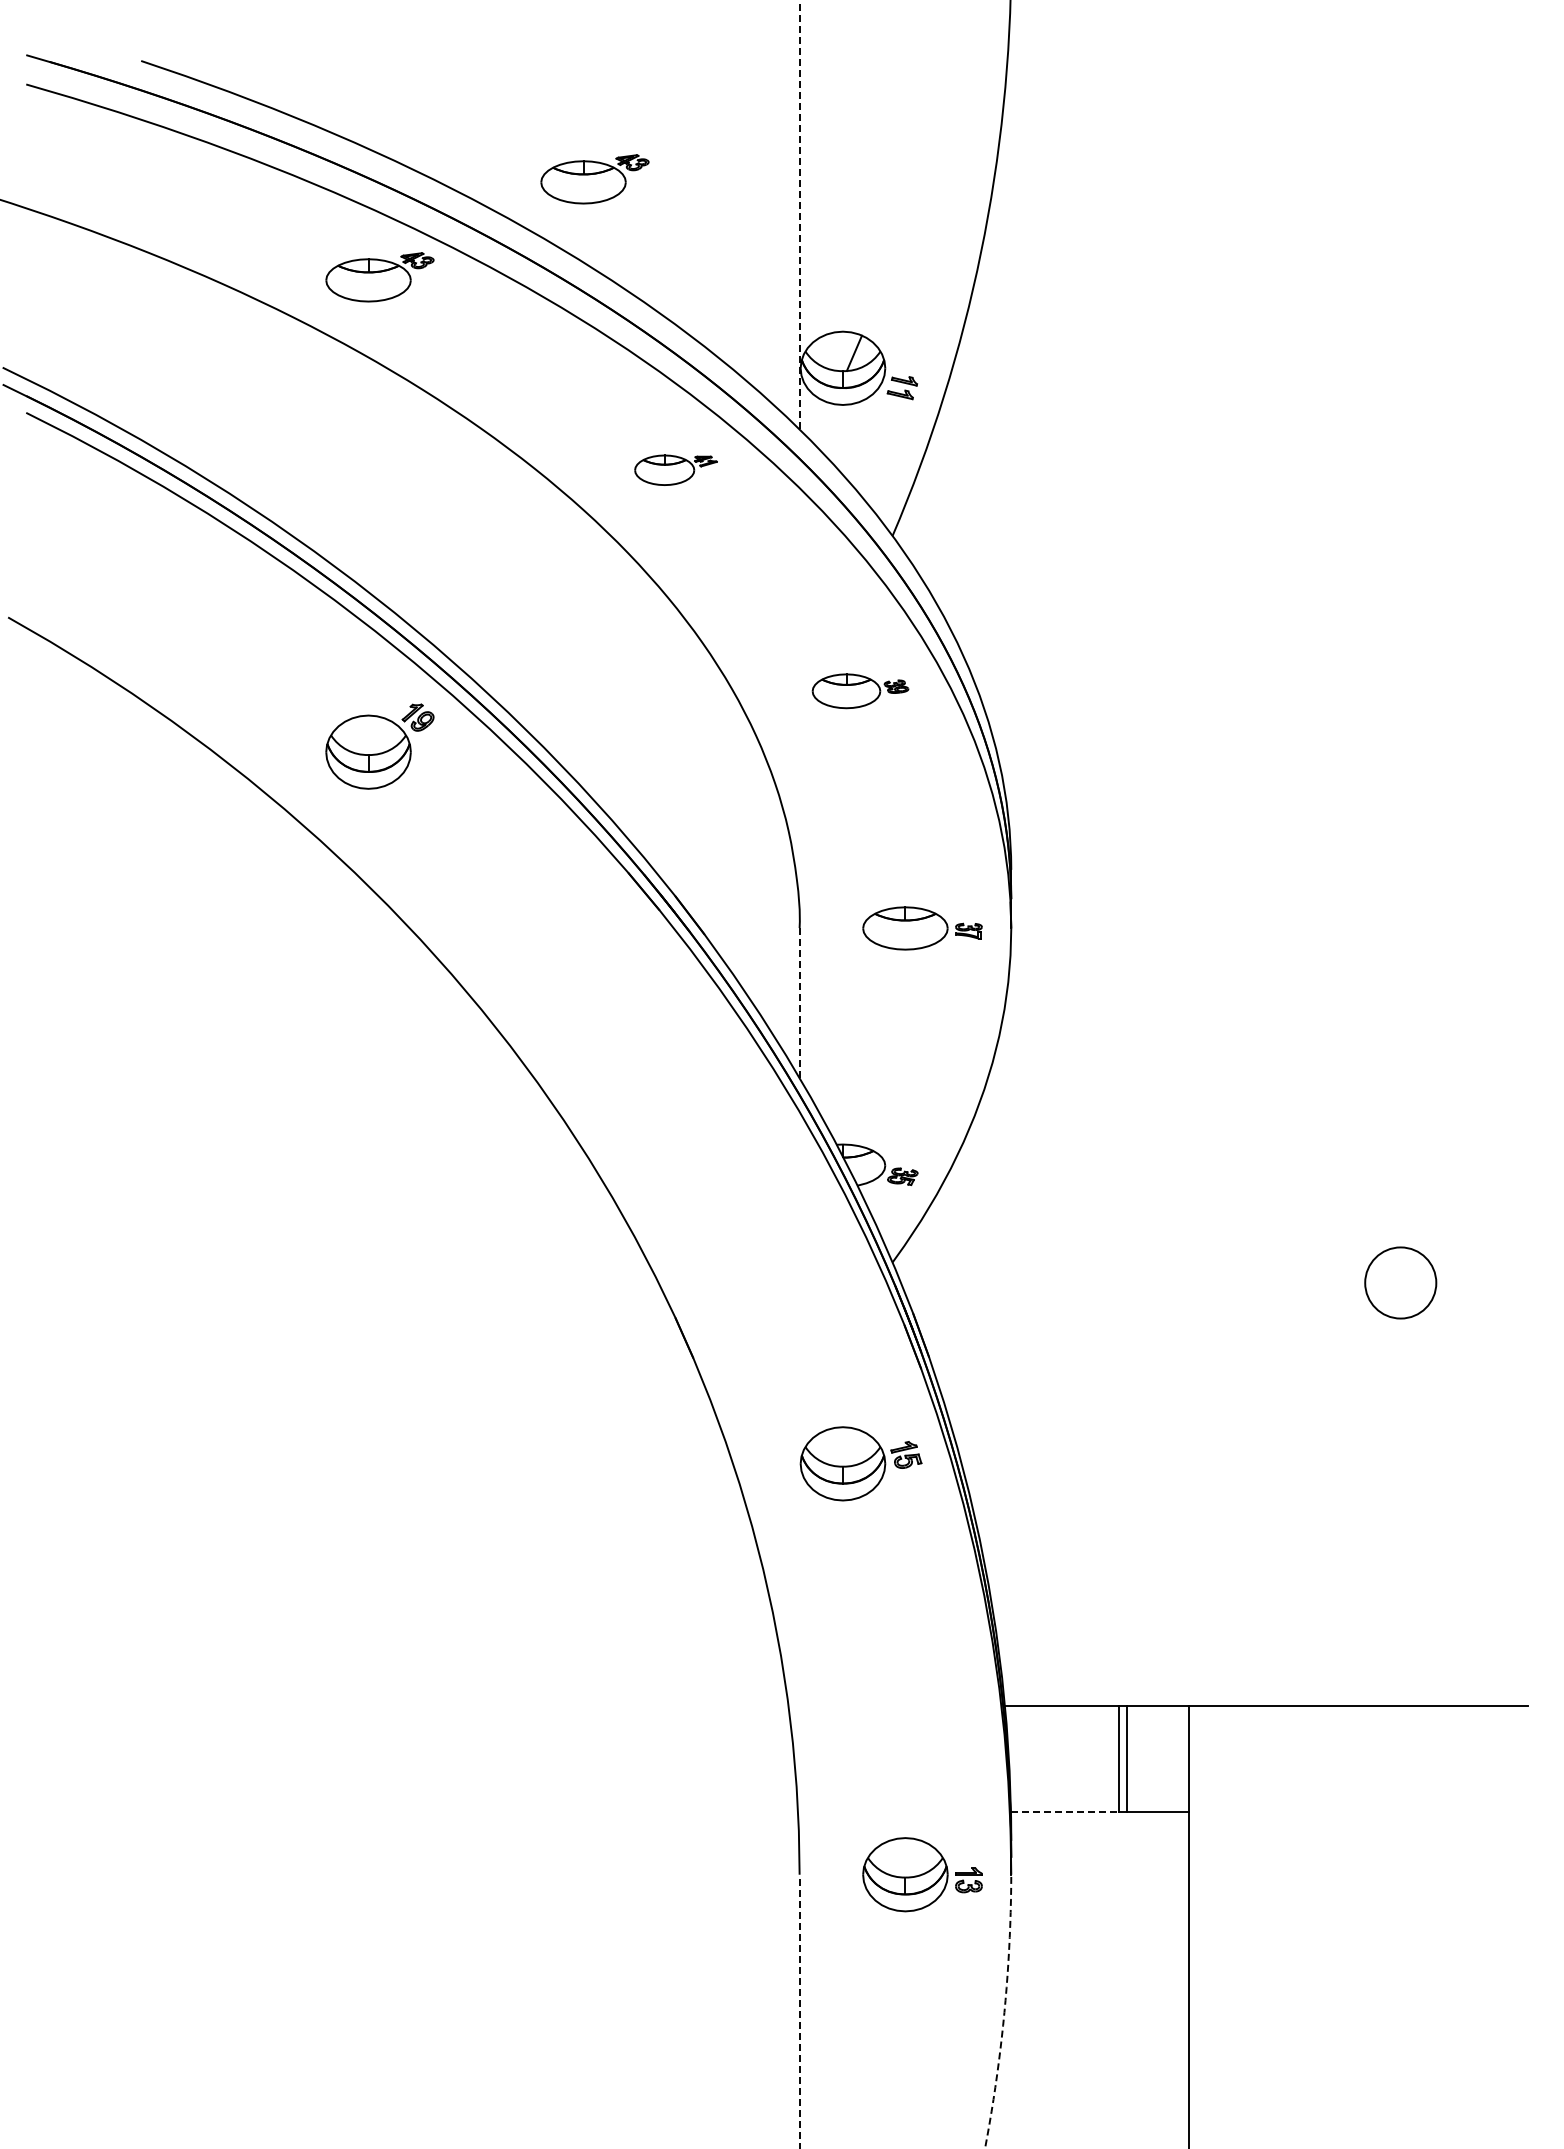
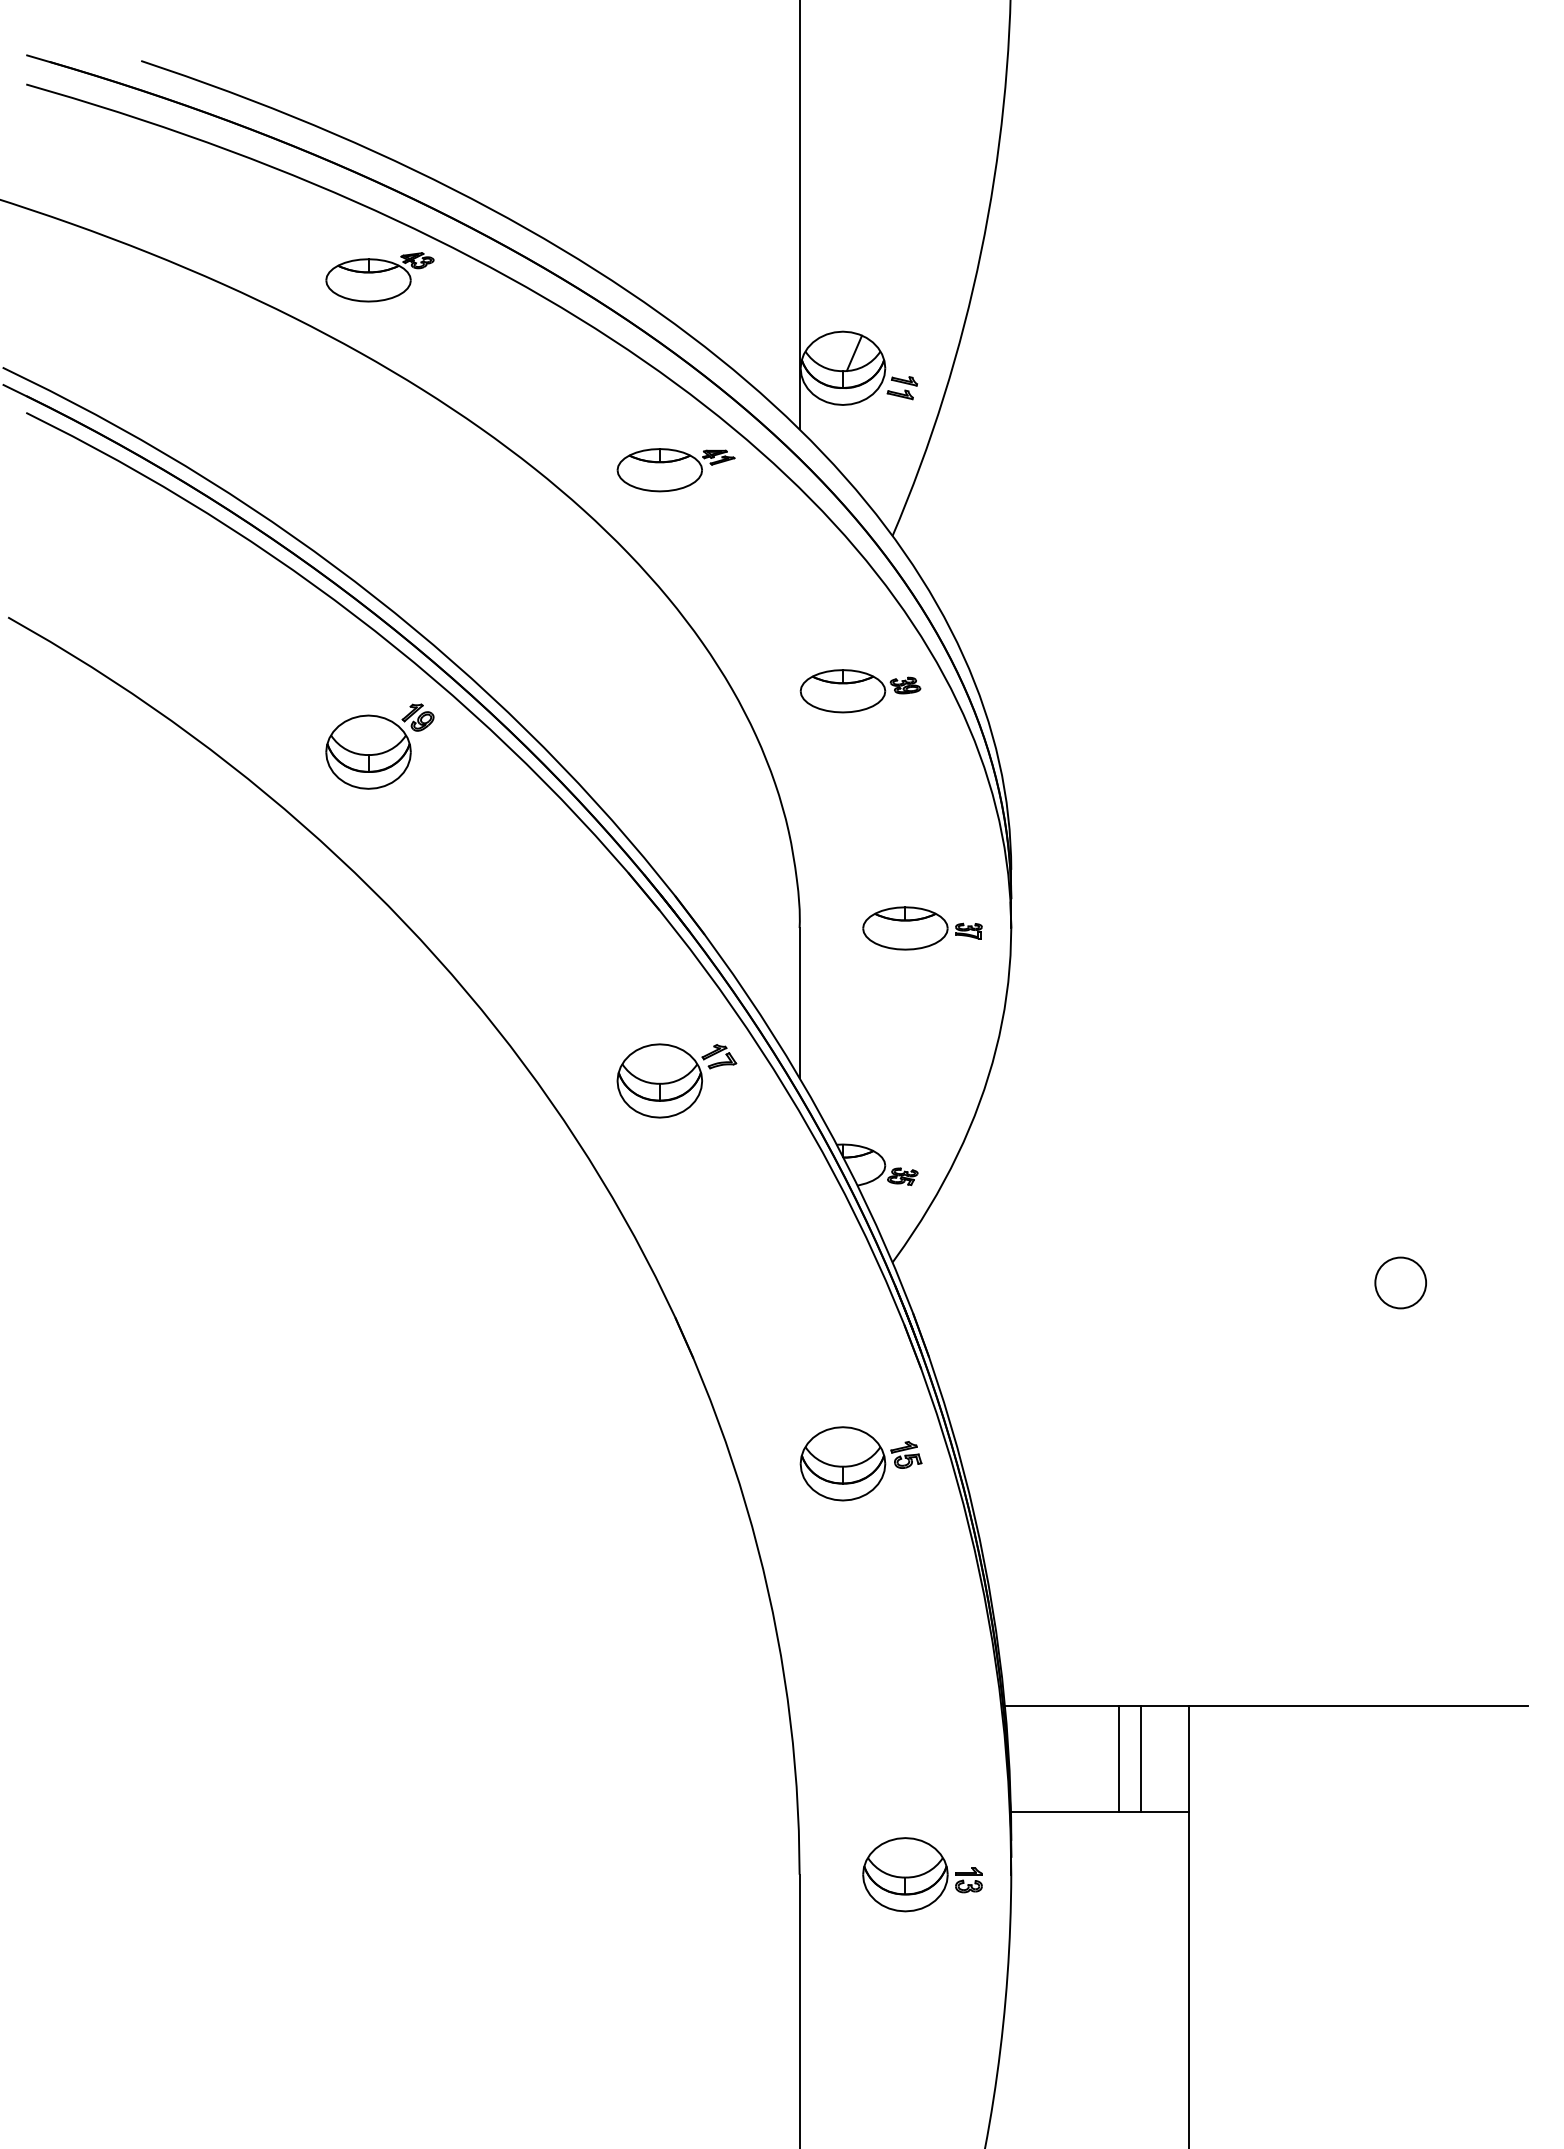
part at (594, 179): present -> none
line at (799, 214): dashed -> solid
part at (675, 469) size: 84x32 px -> 120x45 px
part at (860, 691) size: 99x37 px -> 123x45 px
line at (799, 1003): dashed -> solid
part at (676, 1080): none -> present
circle at (1400, 1282) diameter: 71 px -> 51 px
line at (1126, 1759) position: (1126, 1759) -> (1140, 1759)
line at (1065, 1812): dashed -> solid
line at (799, 2011): dashed -> solid
arc at (1004, 2011): dashed -> solid
